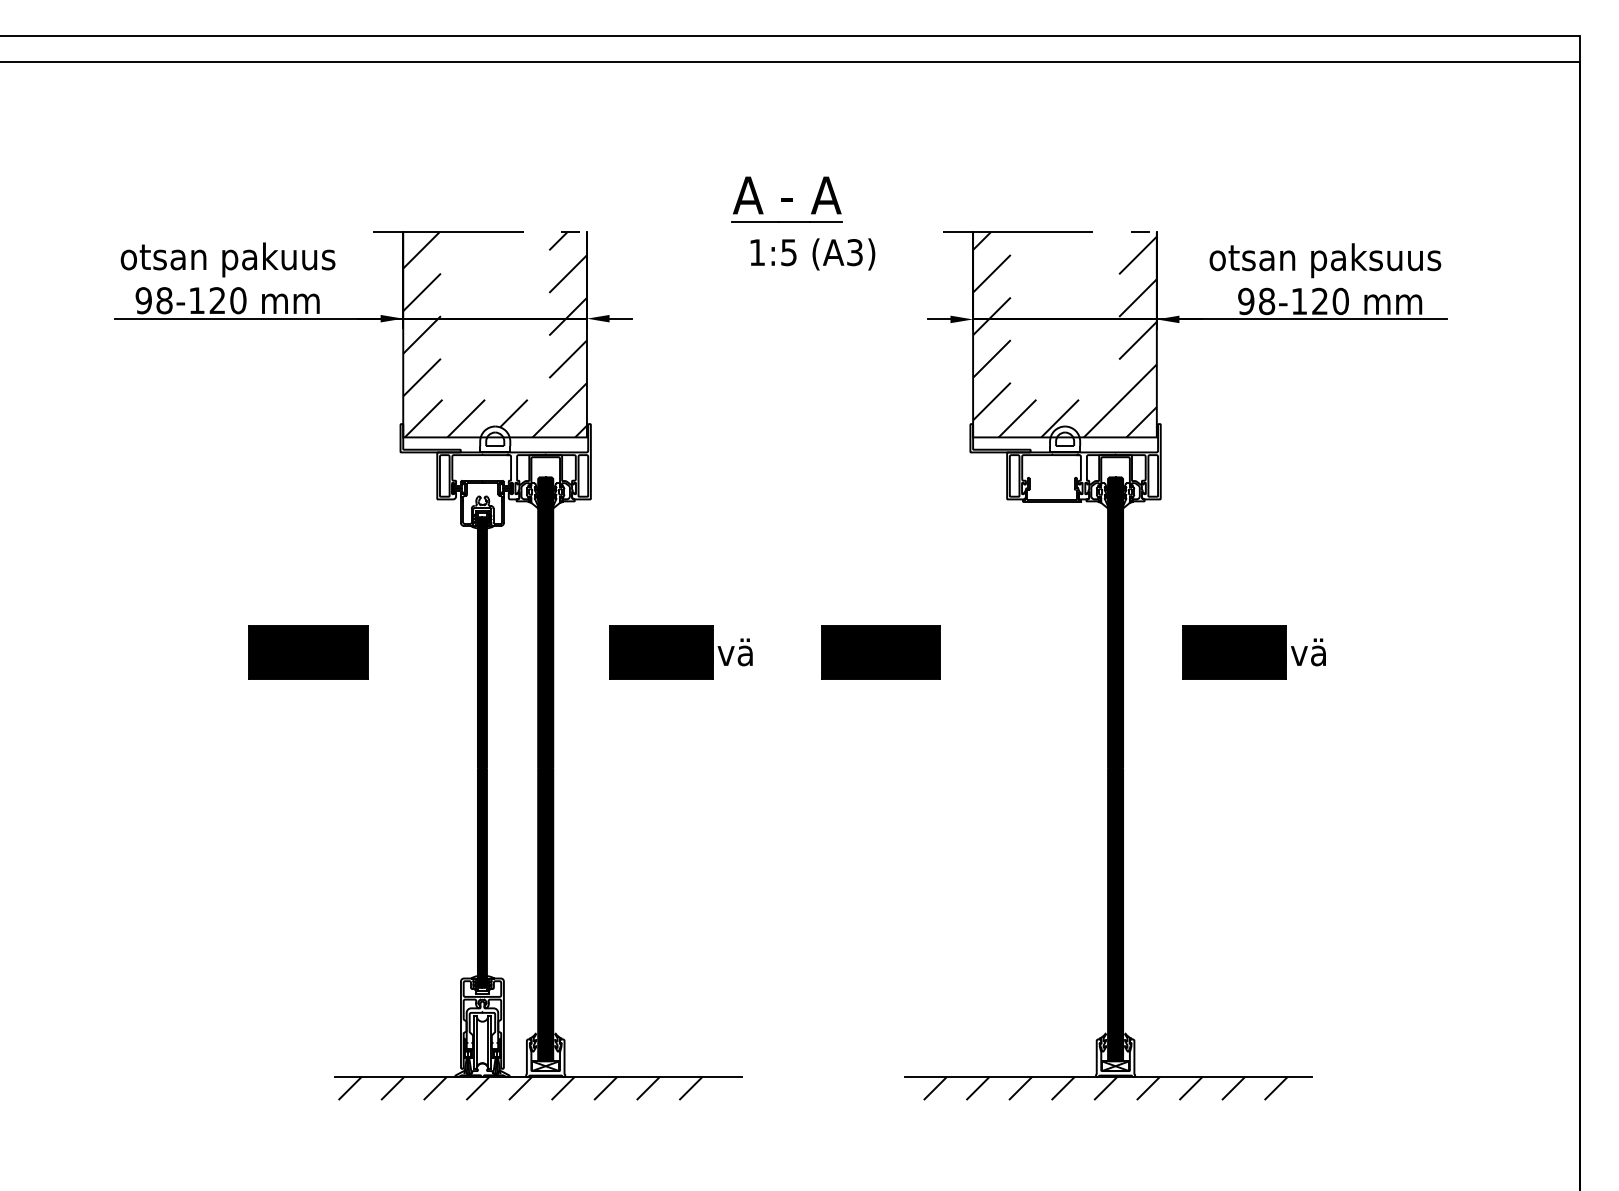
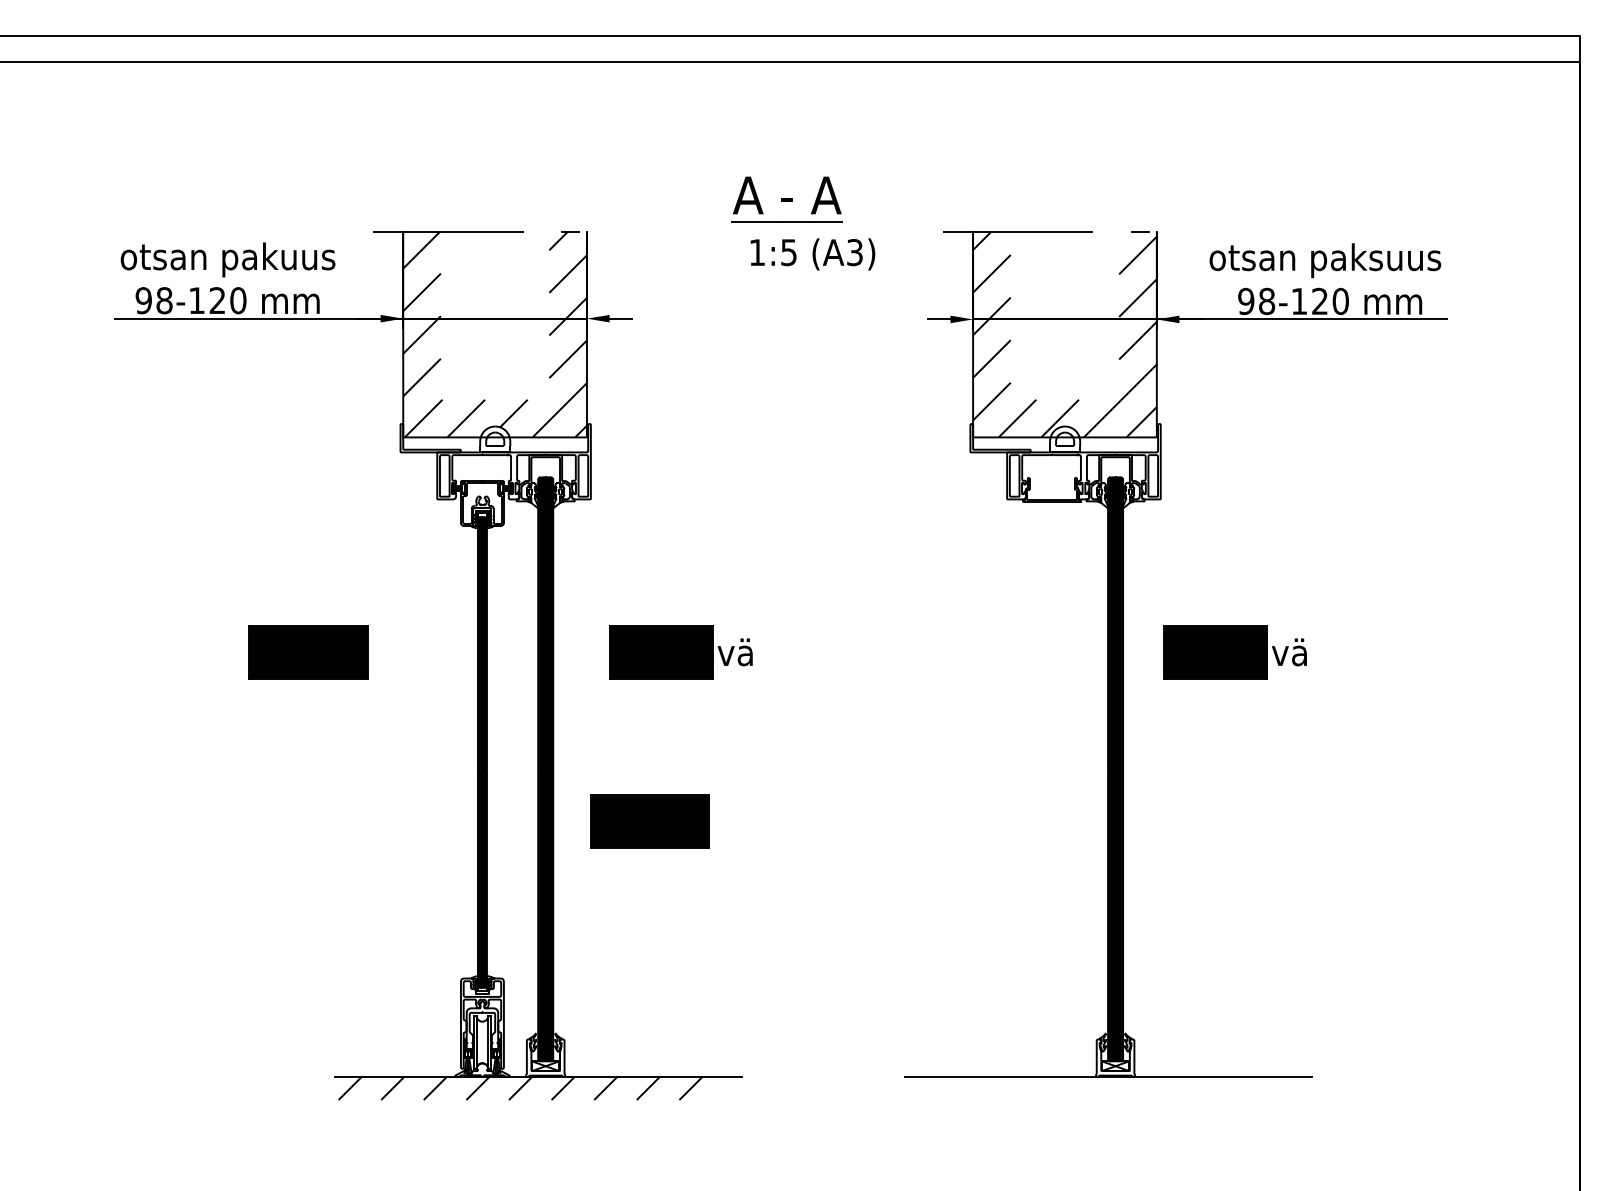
part at (880, 652) position: (880, 652) -> (649, 821)
part at (1253, 652) position: (1253, 652) -> (1234, 652)
hatch at (1105, 1088): present -> none
